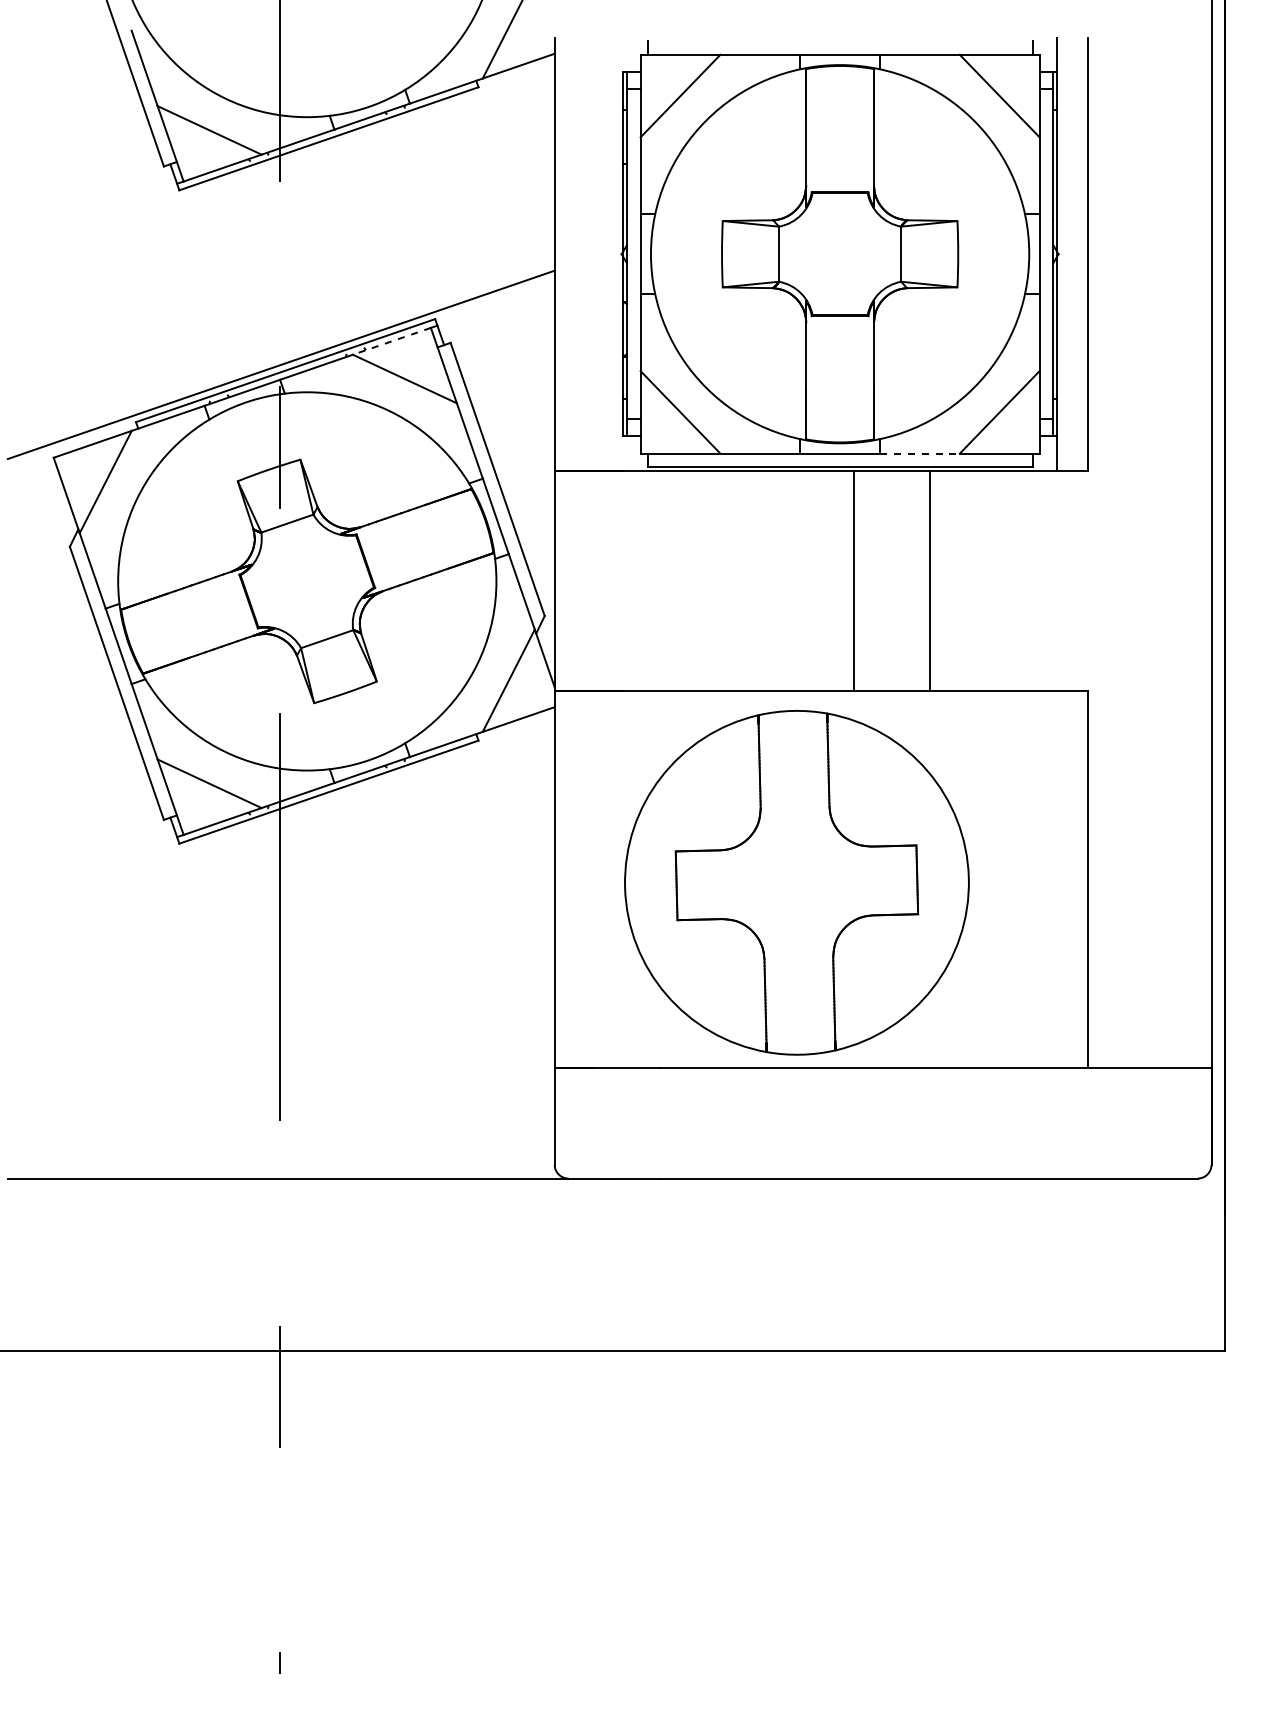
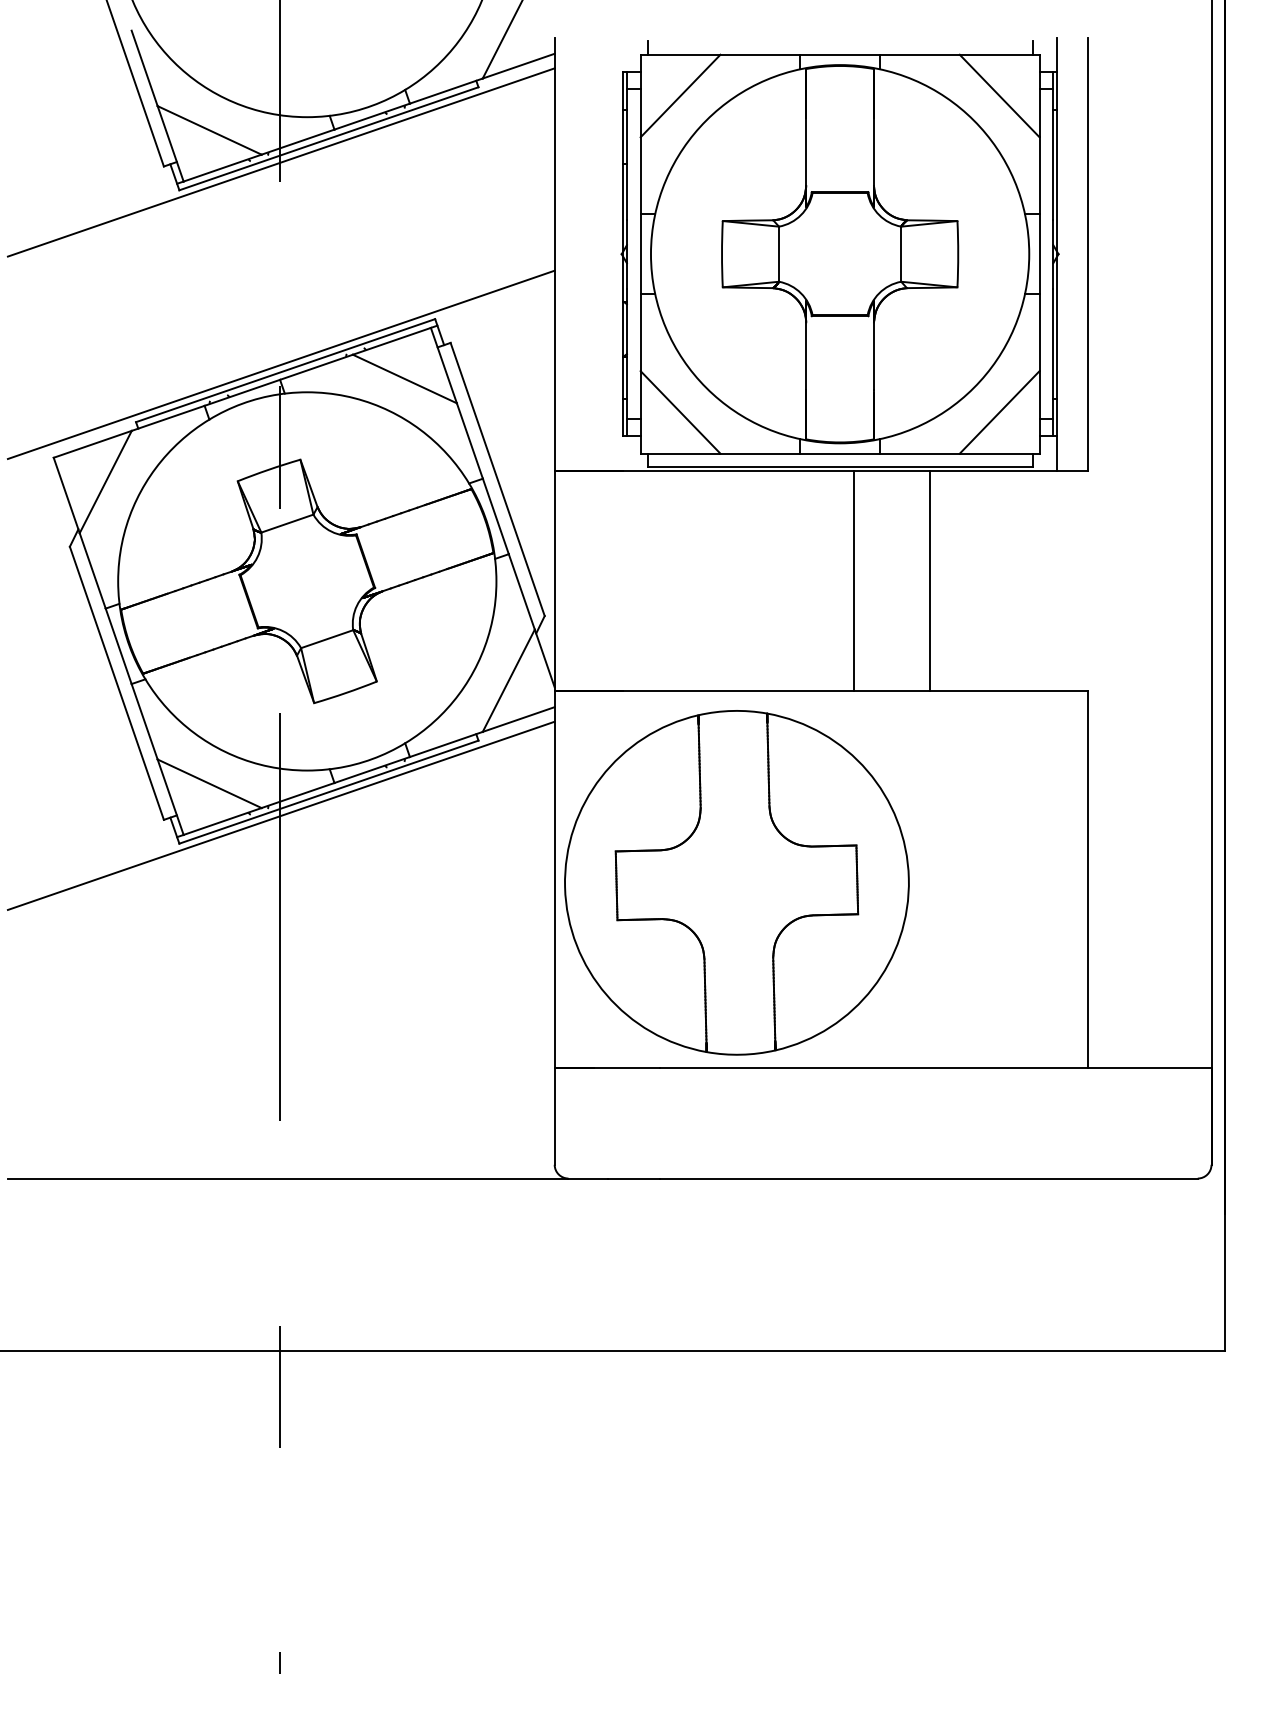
line at (280, 162): none -> present
line at (391, 341): dashed -> solid
line at (919, 453): dashed -> solid
line at (280, 815): none -> present
part at (796, 882) position: (796, 882) -> (736, 882)
